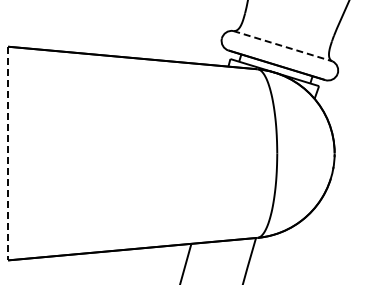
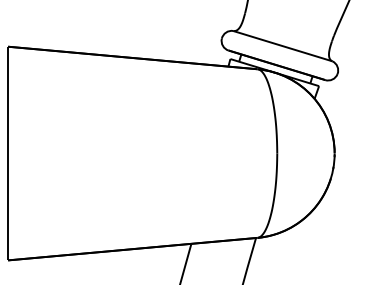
line at (282, 46): dashed -> solid
line at (8, 153): dashed -> solid
